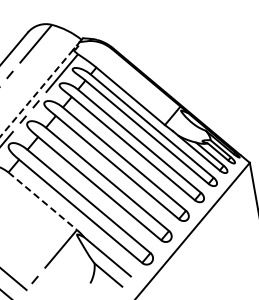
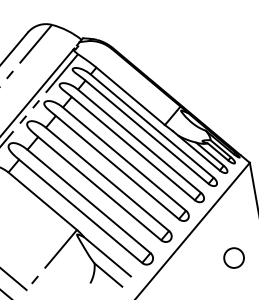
line at (36, 93): dashed -> solid
line at (42, 201): dashed -> solid
part at (233, 257): none -> present
